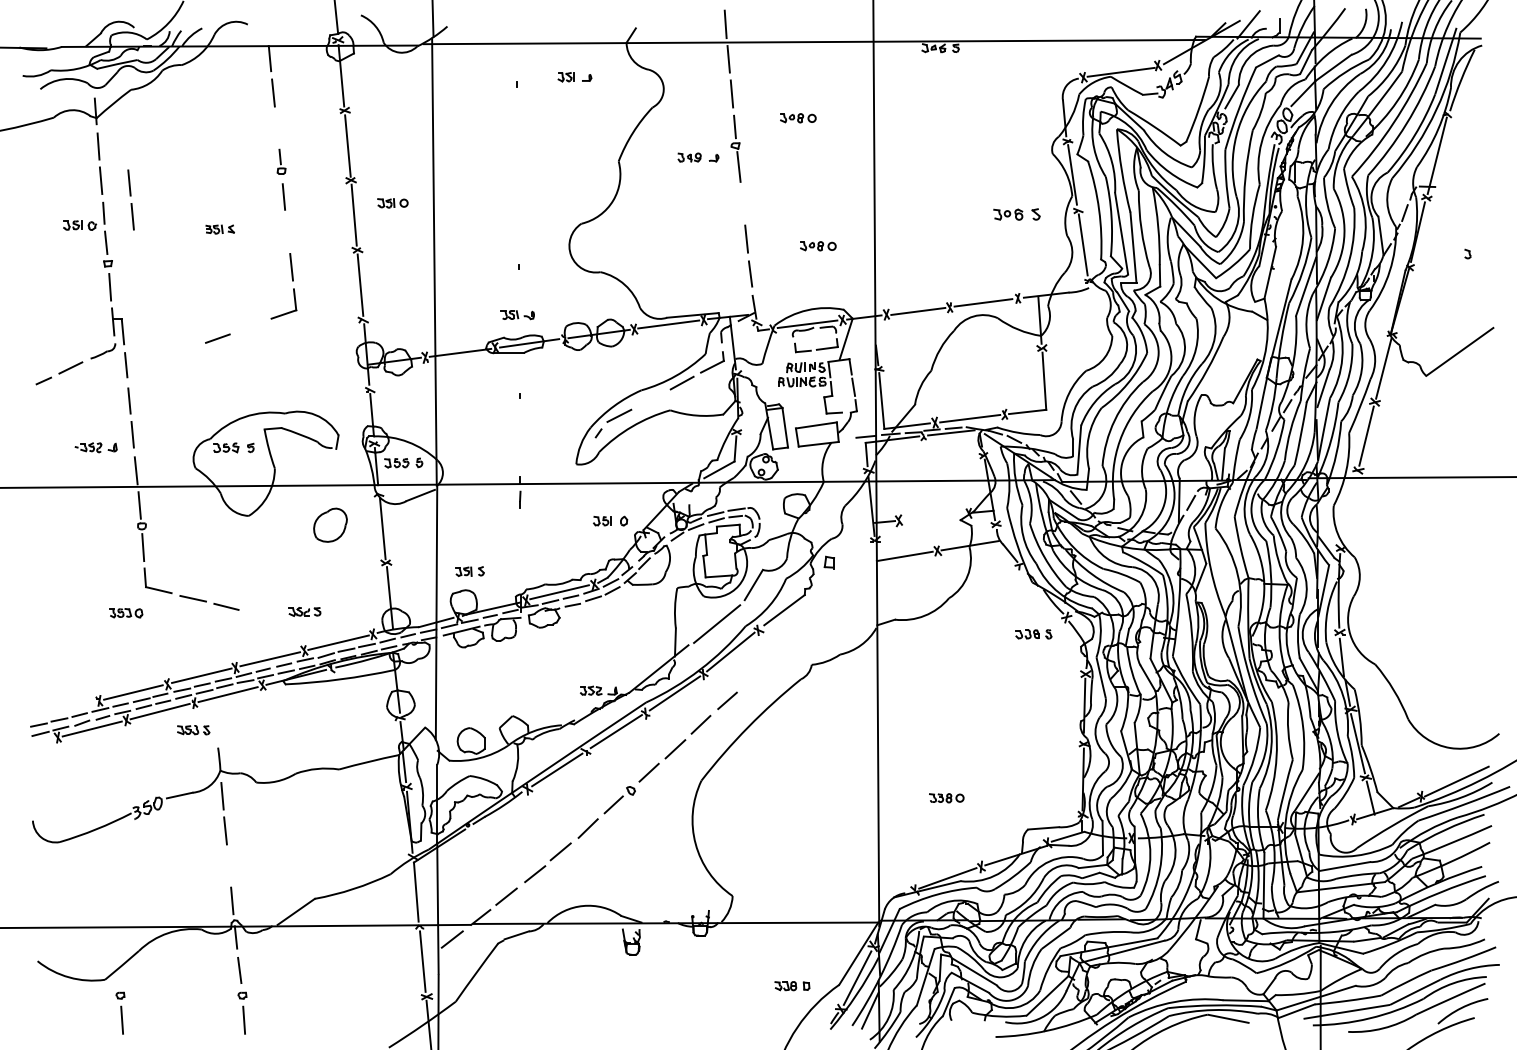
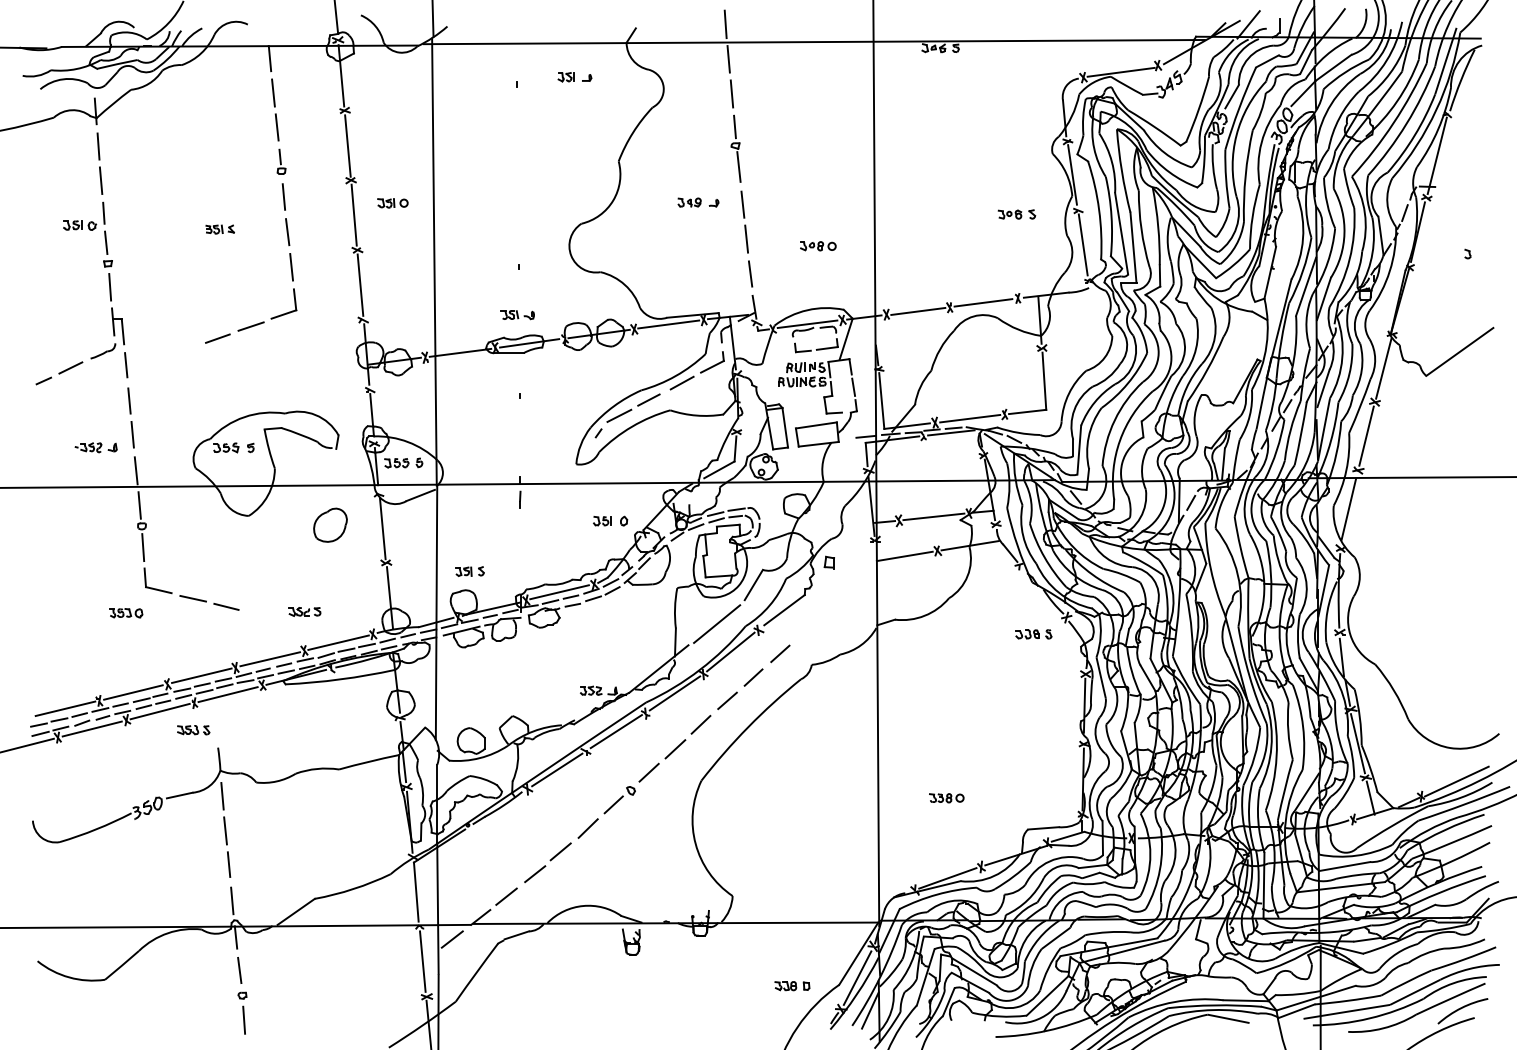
part at (798, 118): present -> none
line at (276, 127): none -> present
part at (698, 157) position: (698, 157) -> (698, 202)
line at (130, 196): present -> none
line at (742, 204): none -> present
part at (1016, 214) size: 48x13 px -> 40x11 px
line at (287, 232): none -> present
line at (250, 326): none -> present
line at (648, 399): none -> present
line at (1348, 508): none -> present
line at (933, 516): none -> present
line at (780, 653): none -> present
line at (753, 677): none -> present
line at (65, 708): none -> present
line at (27, 744): none -> present
line at (228, 864): none -> present
part at (120, 1012): present -> none
